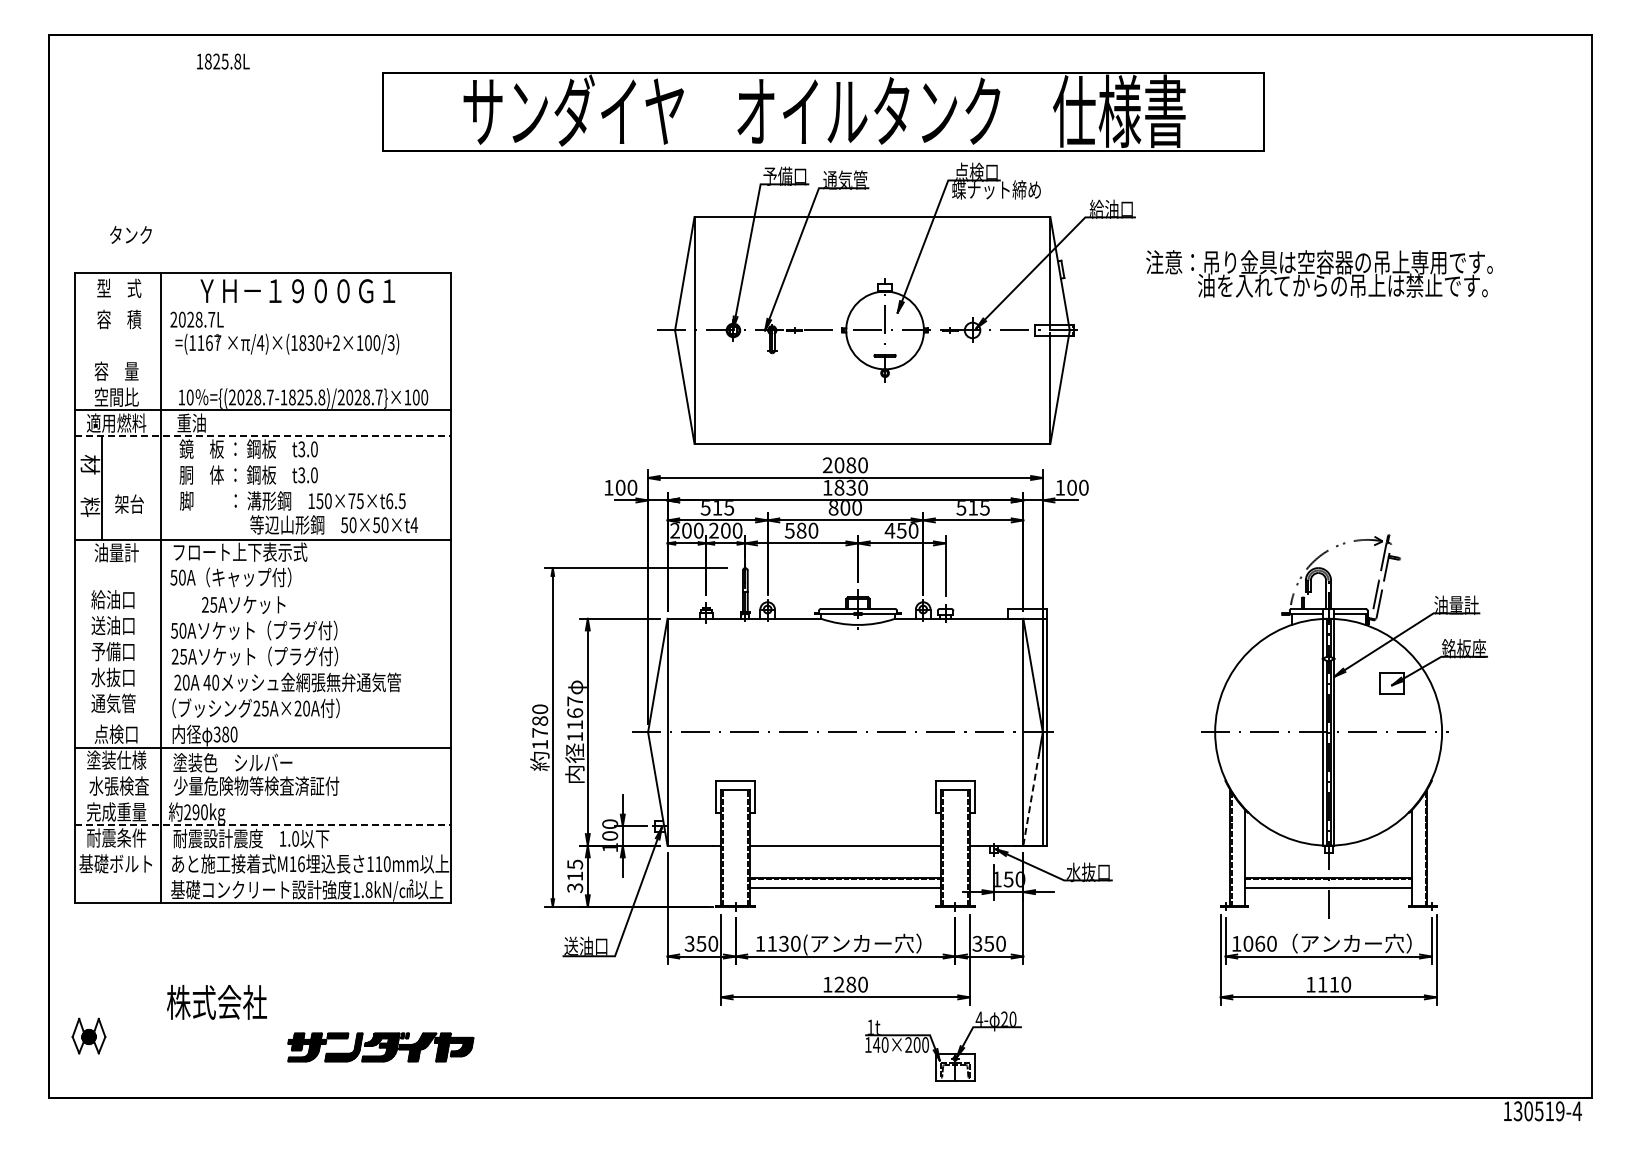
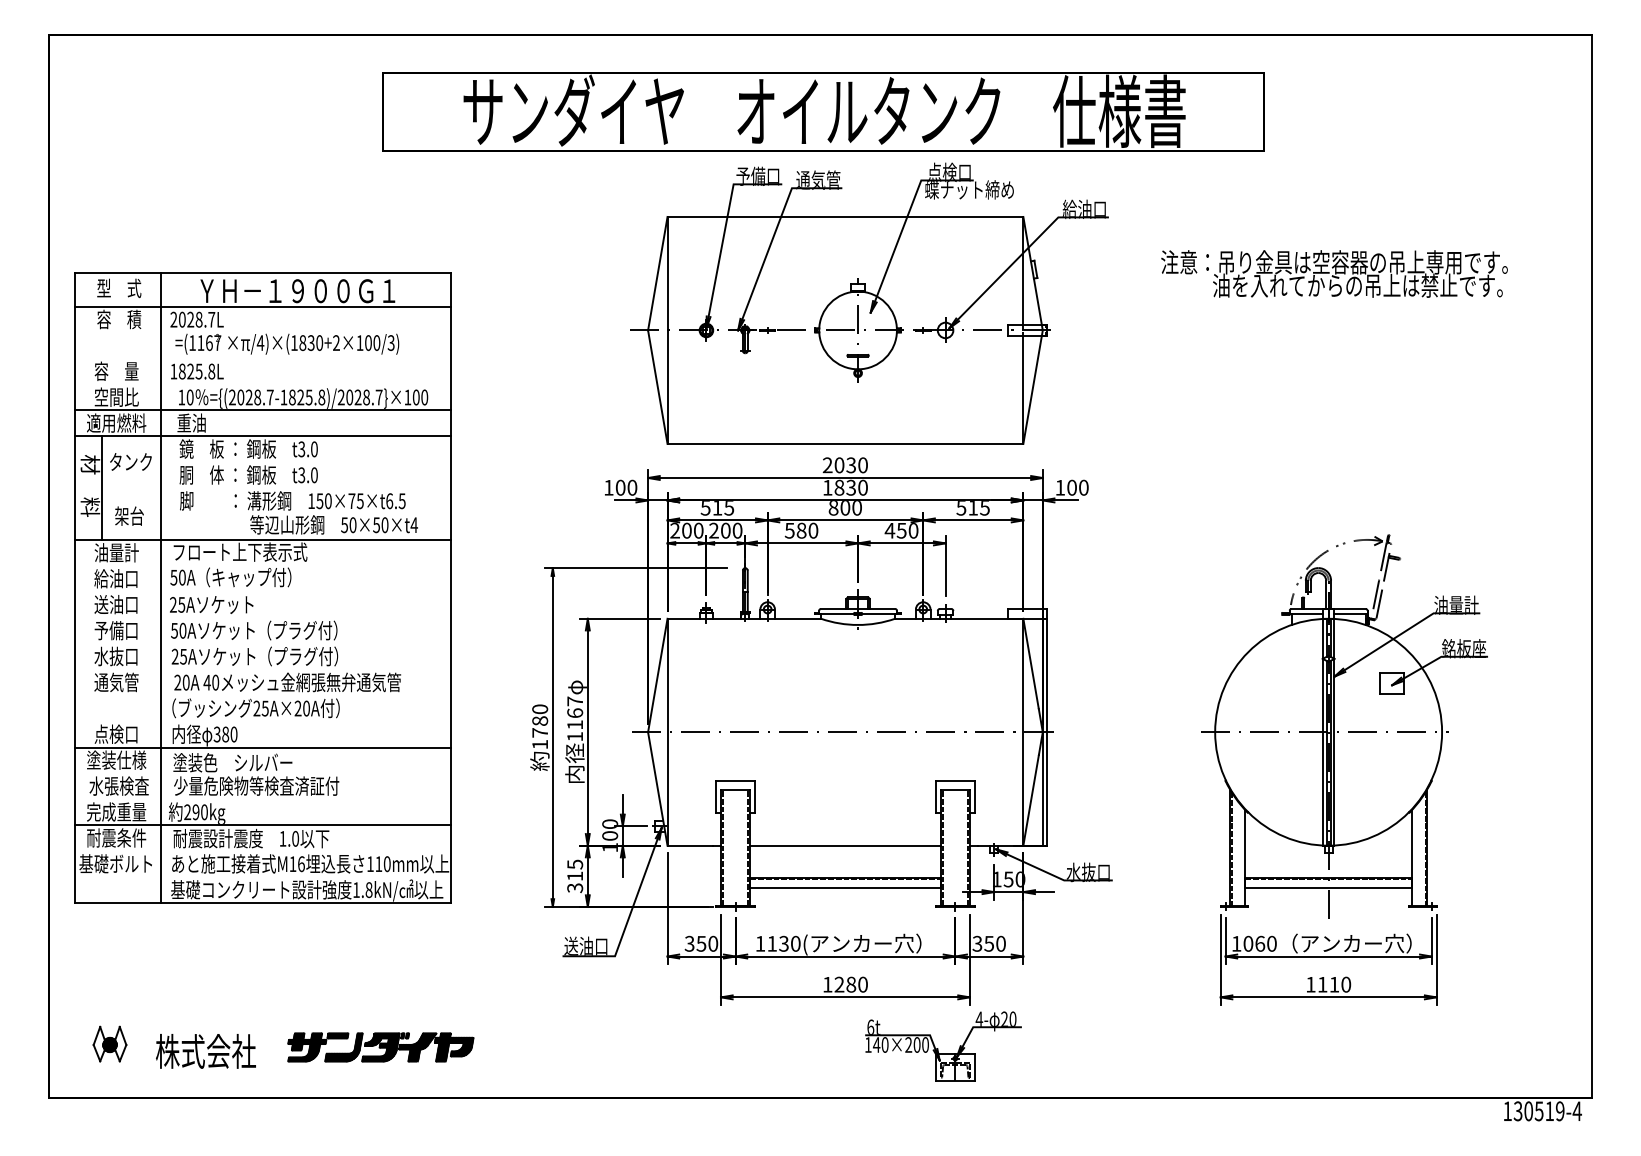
text at (223, 61) position: (223, 61) -> (197, 371)
text at (130, 234) position: (130, 234) -> (130, 461)
text at (1319, 273) position: (1319, 273) -> (1334, 273)
part at (896, 303) position: (896, 303) -> (869, 303)
line at (263, 306): none -> present
line at (263, 436): dashed -> solid
text at (851, 465): 2080 -> 2030
text at (129, 503) position: (129, 503) -> (129, 515)
text at (243, 604) position: (243, 604) -> (211, 604)
text at (113, 651) position: (113, 651) -> (116, 630)
line at (1031, 799): dashed -> solid
line at (263, 825): dashed -> solid
text at (216, 1002) position: (216, 1002) -> (205, 1051)
text at (870, 1026): 1t -> 6t
part at (88, 1035) position: (88, 1035) -> (109, 1043)
